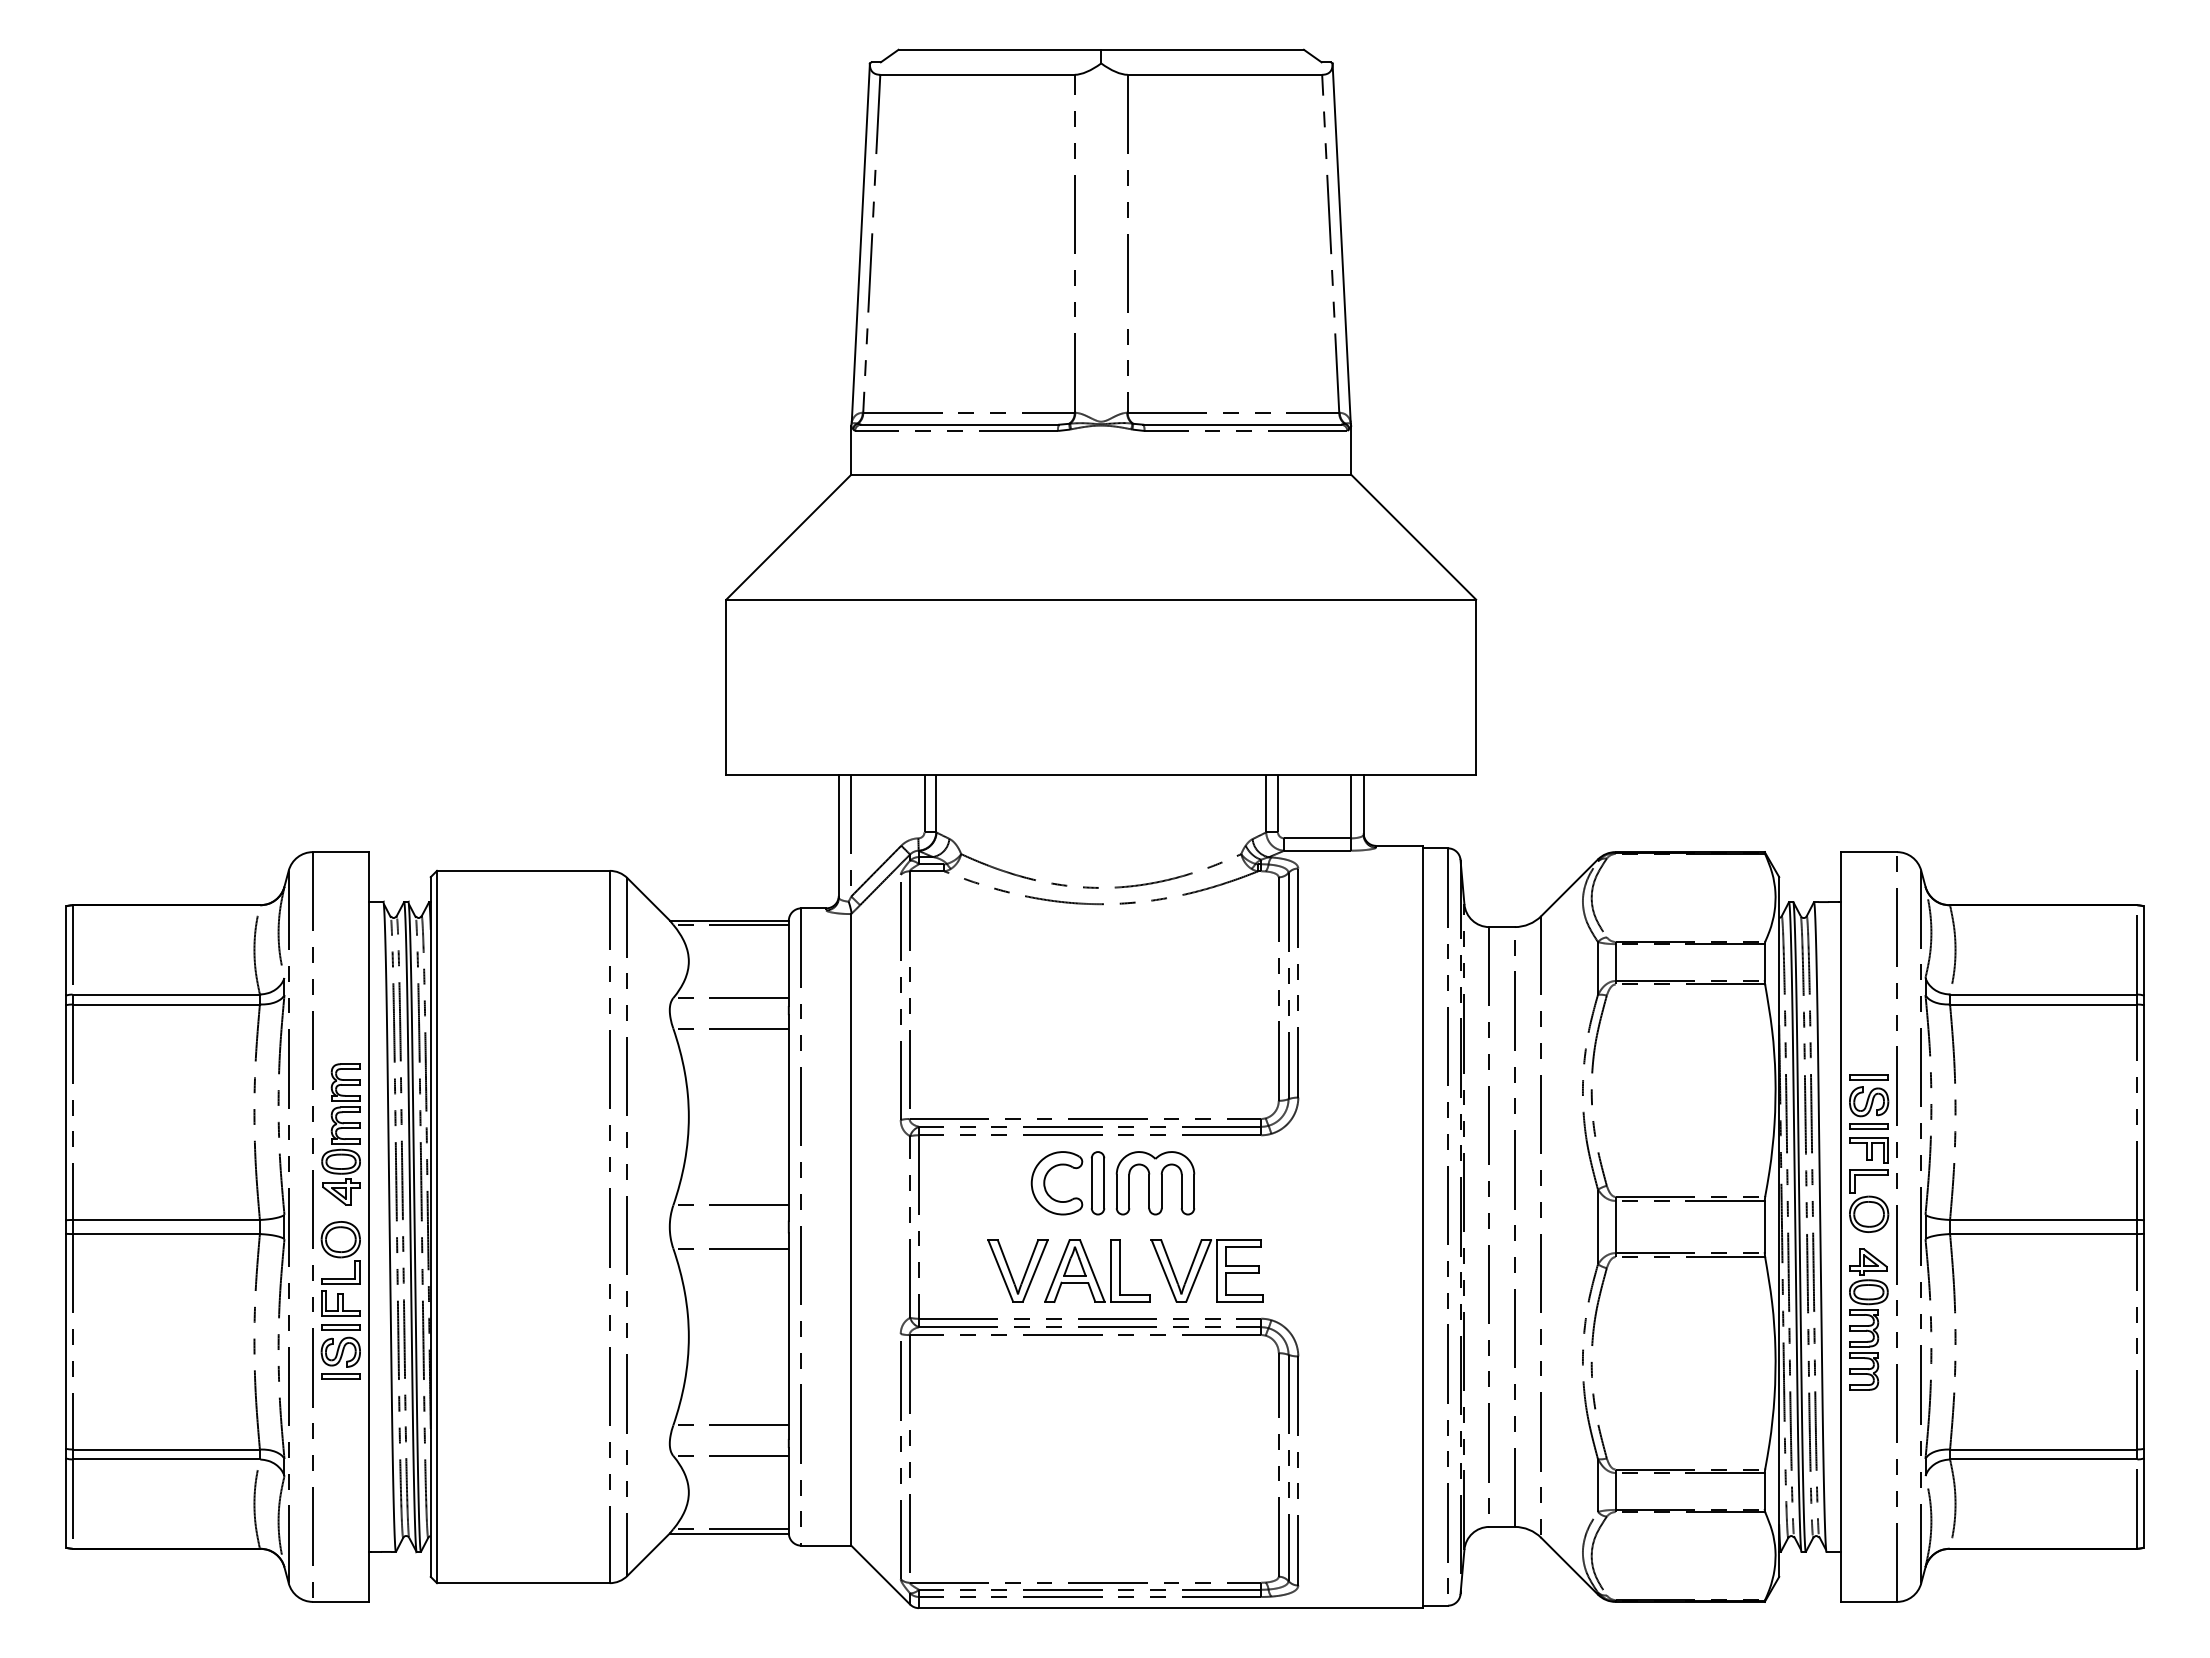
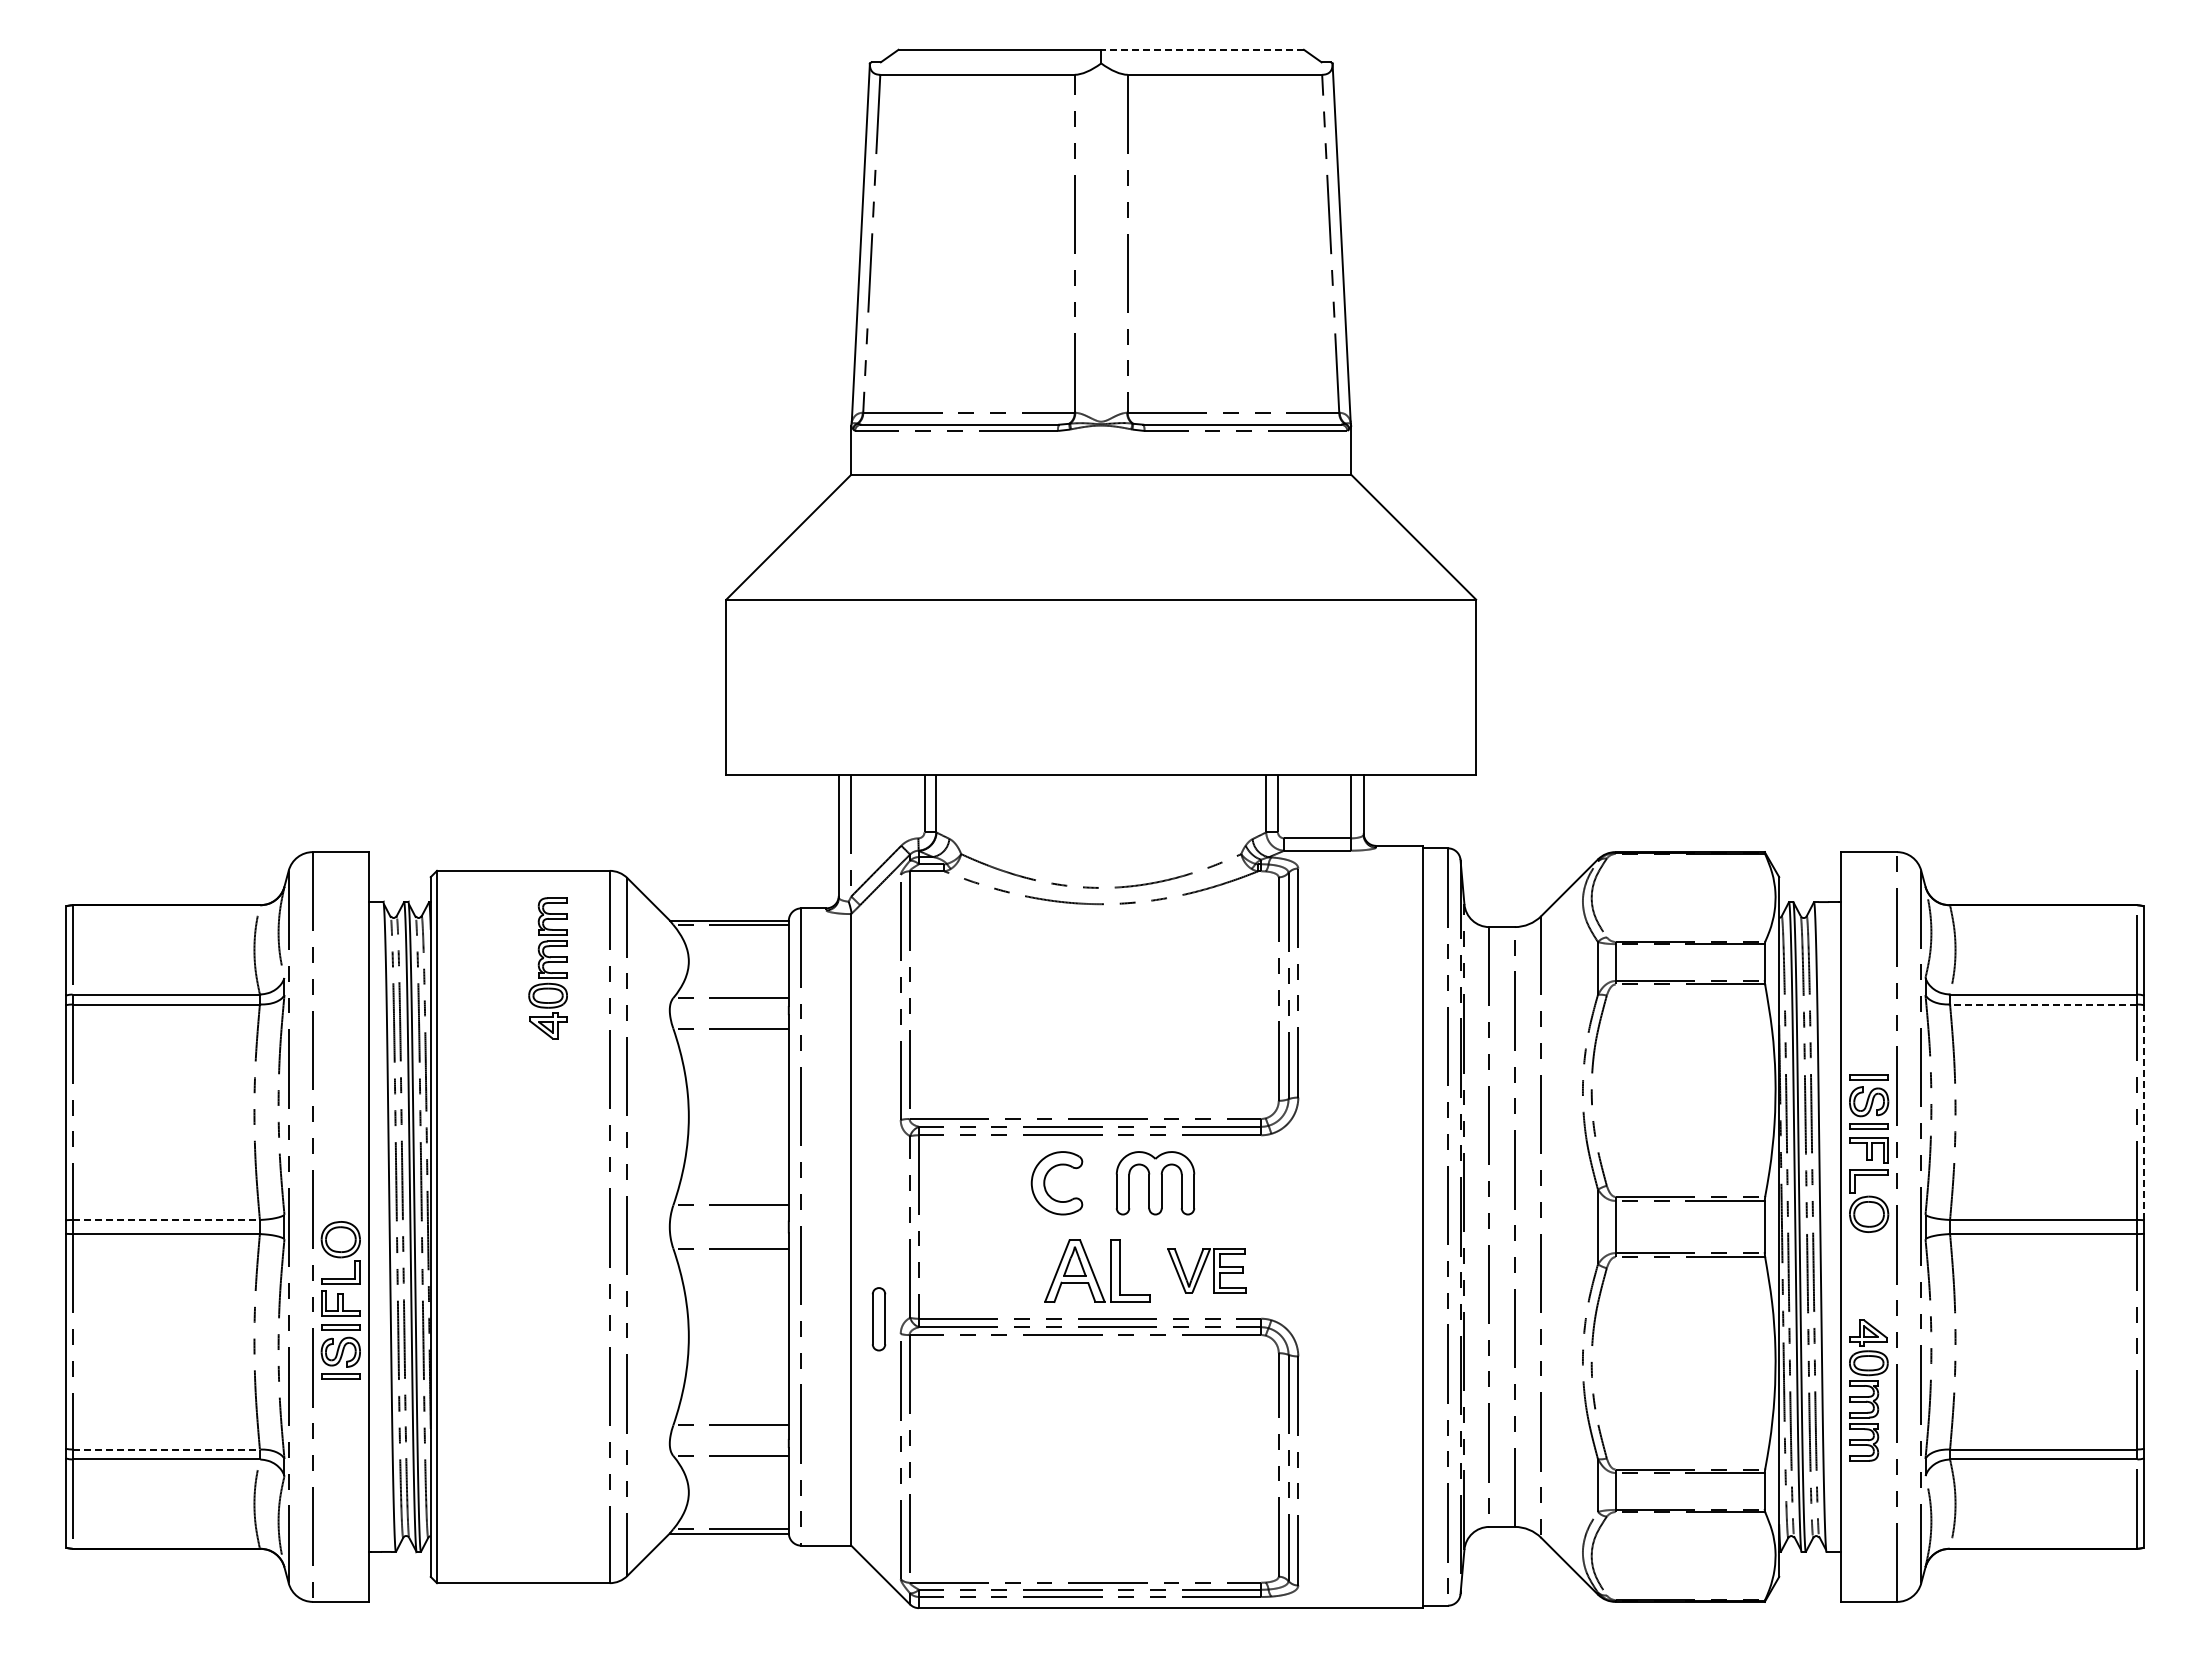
line at (1202, 49): solid -> dashed
line at (2043, 1004): solid -> dashed
line at (2143, 1112): solid -> dashed
part at (340, 1134) position: (340, 1134) -> (547, 968)
part at (1097, 1183) position: (1097, 1183) -> (878, 1319)
line at (166, 1219): solid -> dashed
part at (1206, 1270) size: 114x64 px -> 80x46 px
part at (1011, 1272): present -> none
part at (1868, 1319) position: (1868, 1319) -> (1868, 1390)
line at (166, 1449): solid -> dashed
